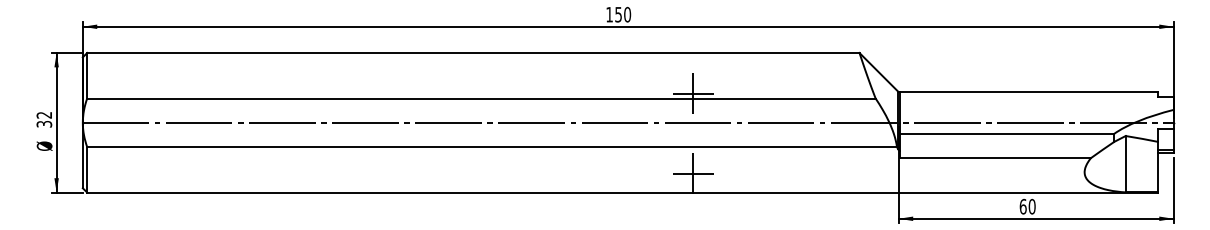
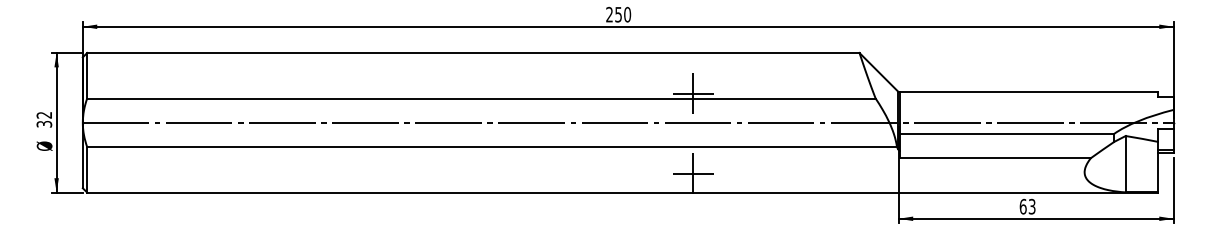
text at (609, 14): 150 -> 250
text at (1031, 206): 60 -> 63
